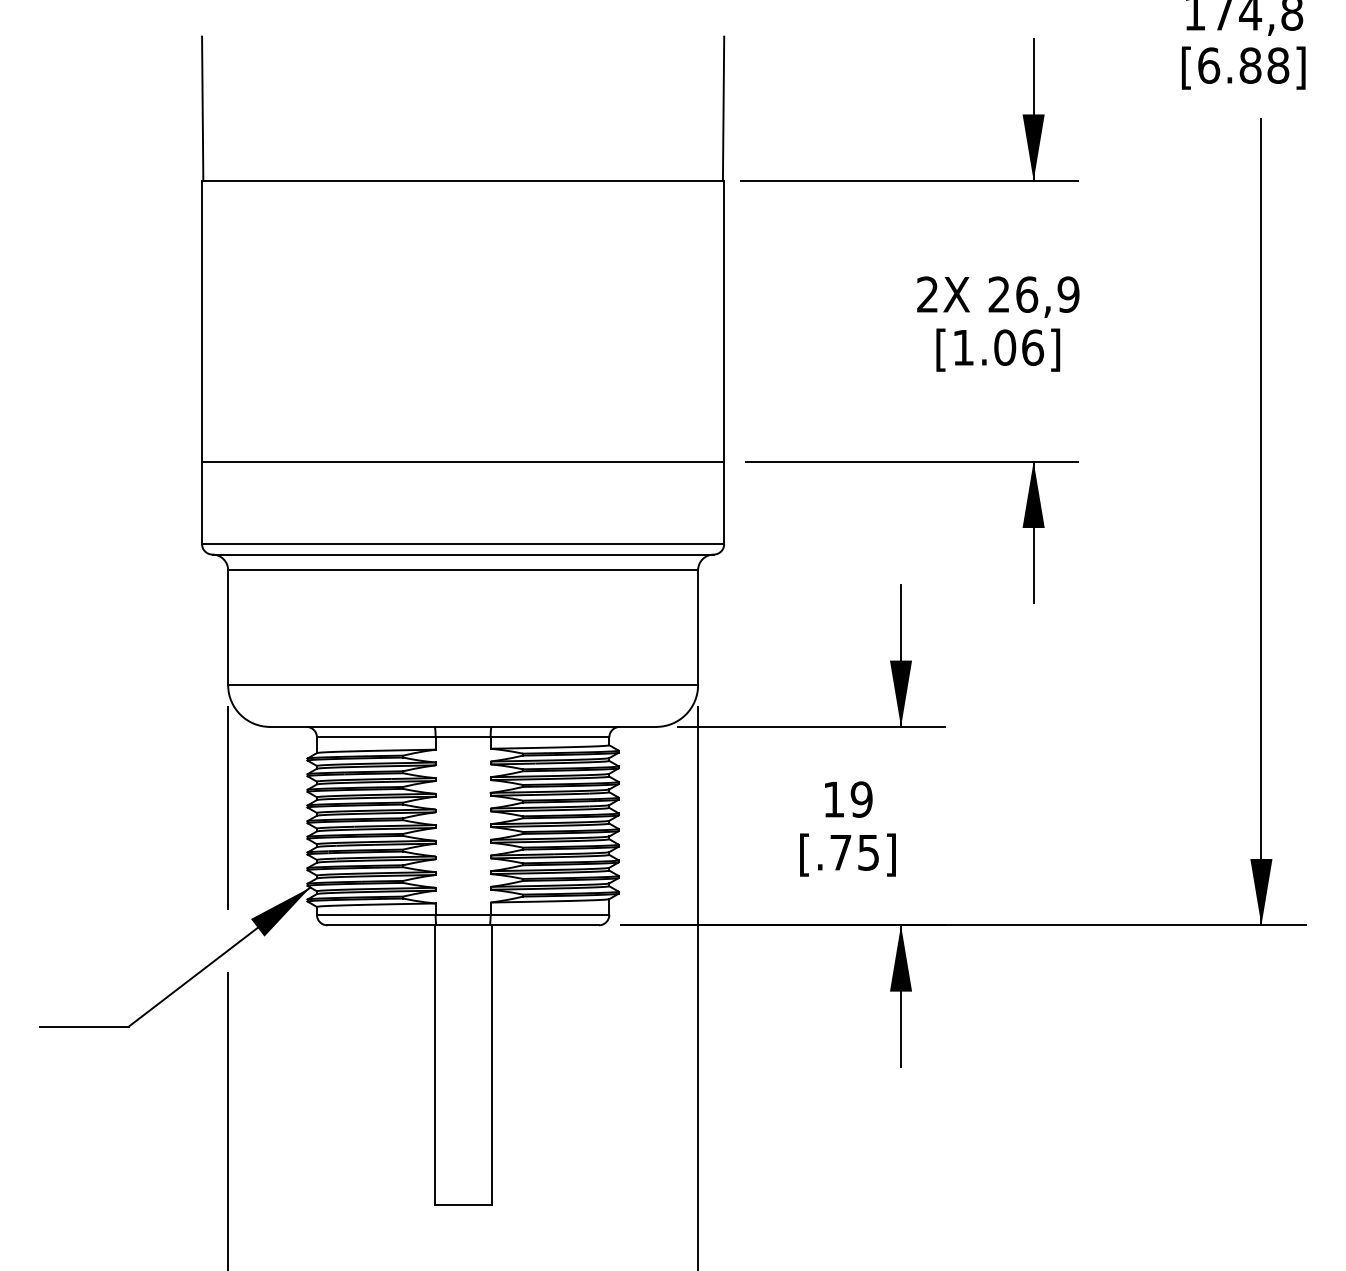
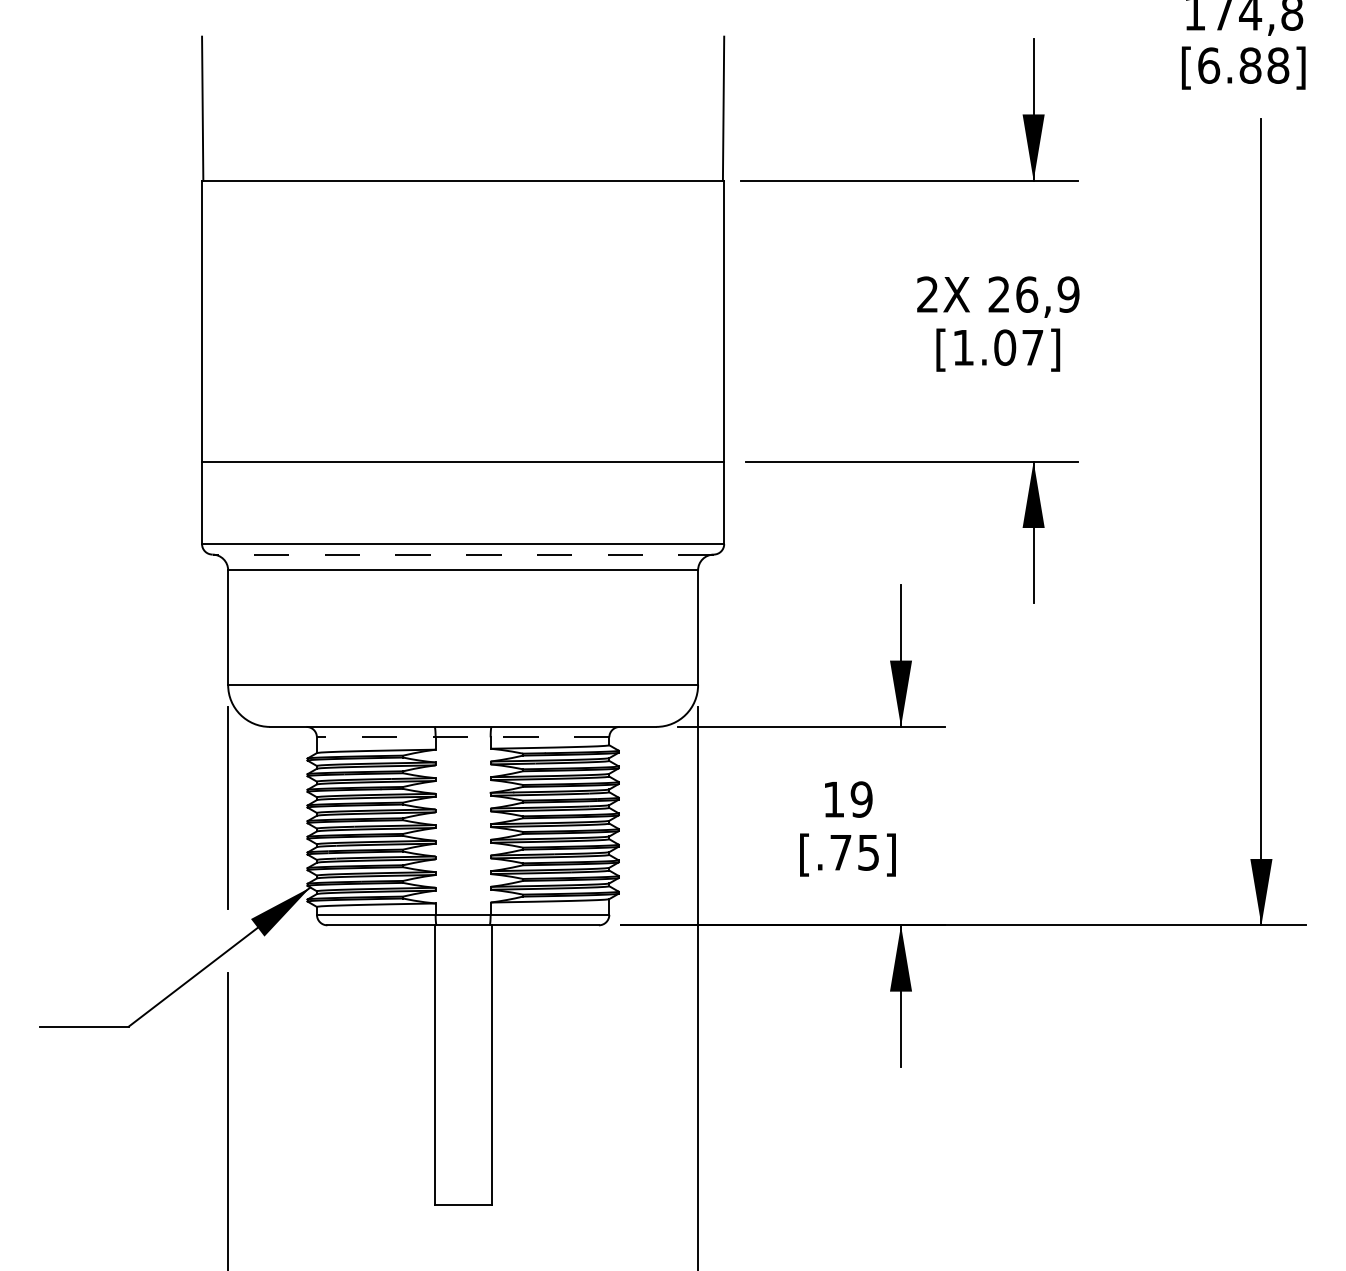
text at (1033, 347): [1.06] -> [1.07]
line at (463, 554): solid -> dashed
line at (462, 737): solid -> dashed
